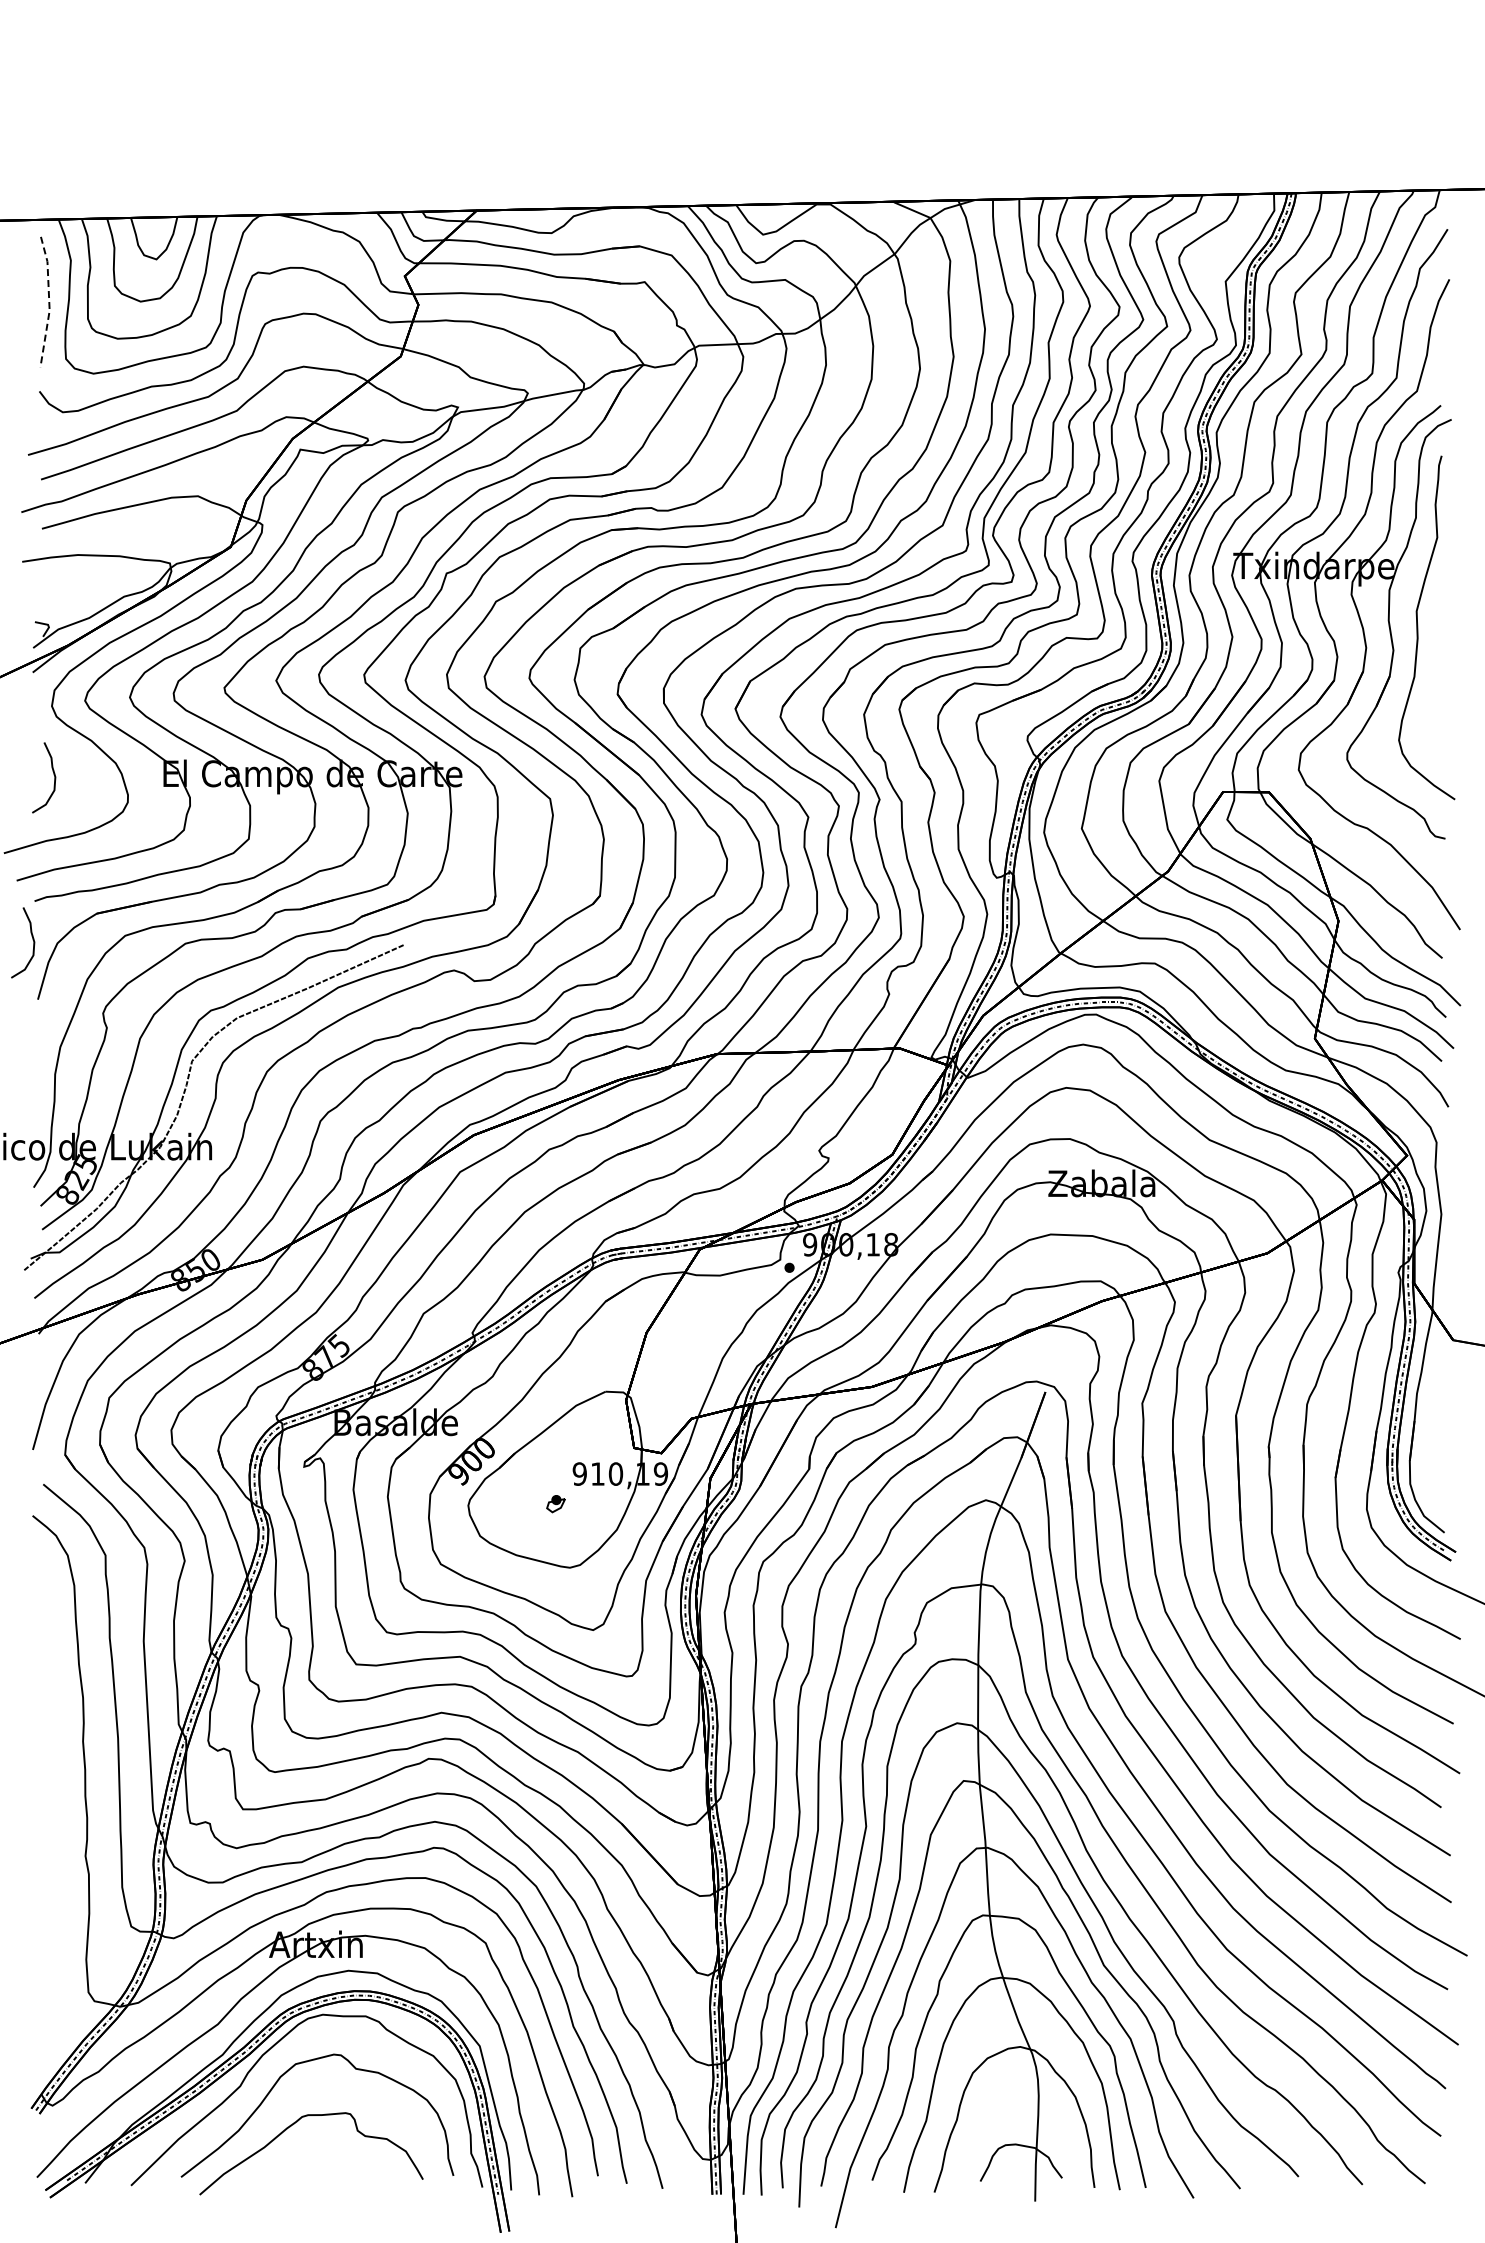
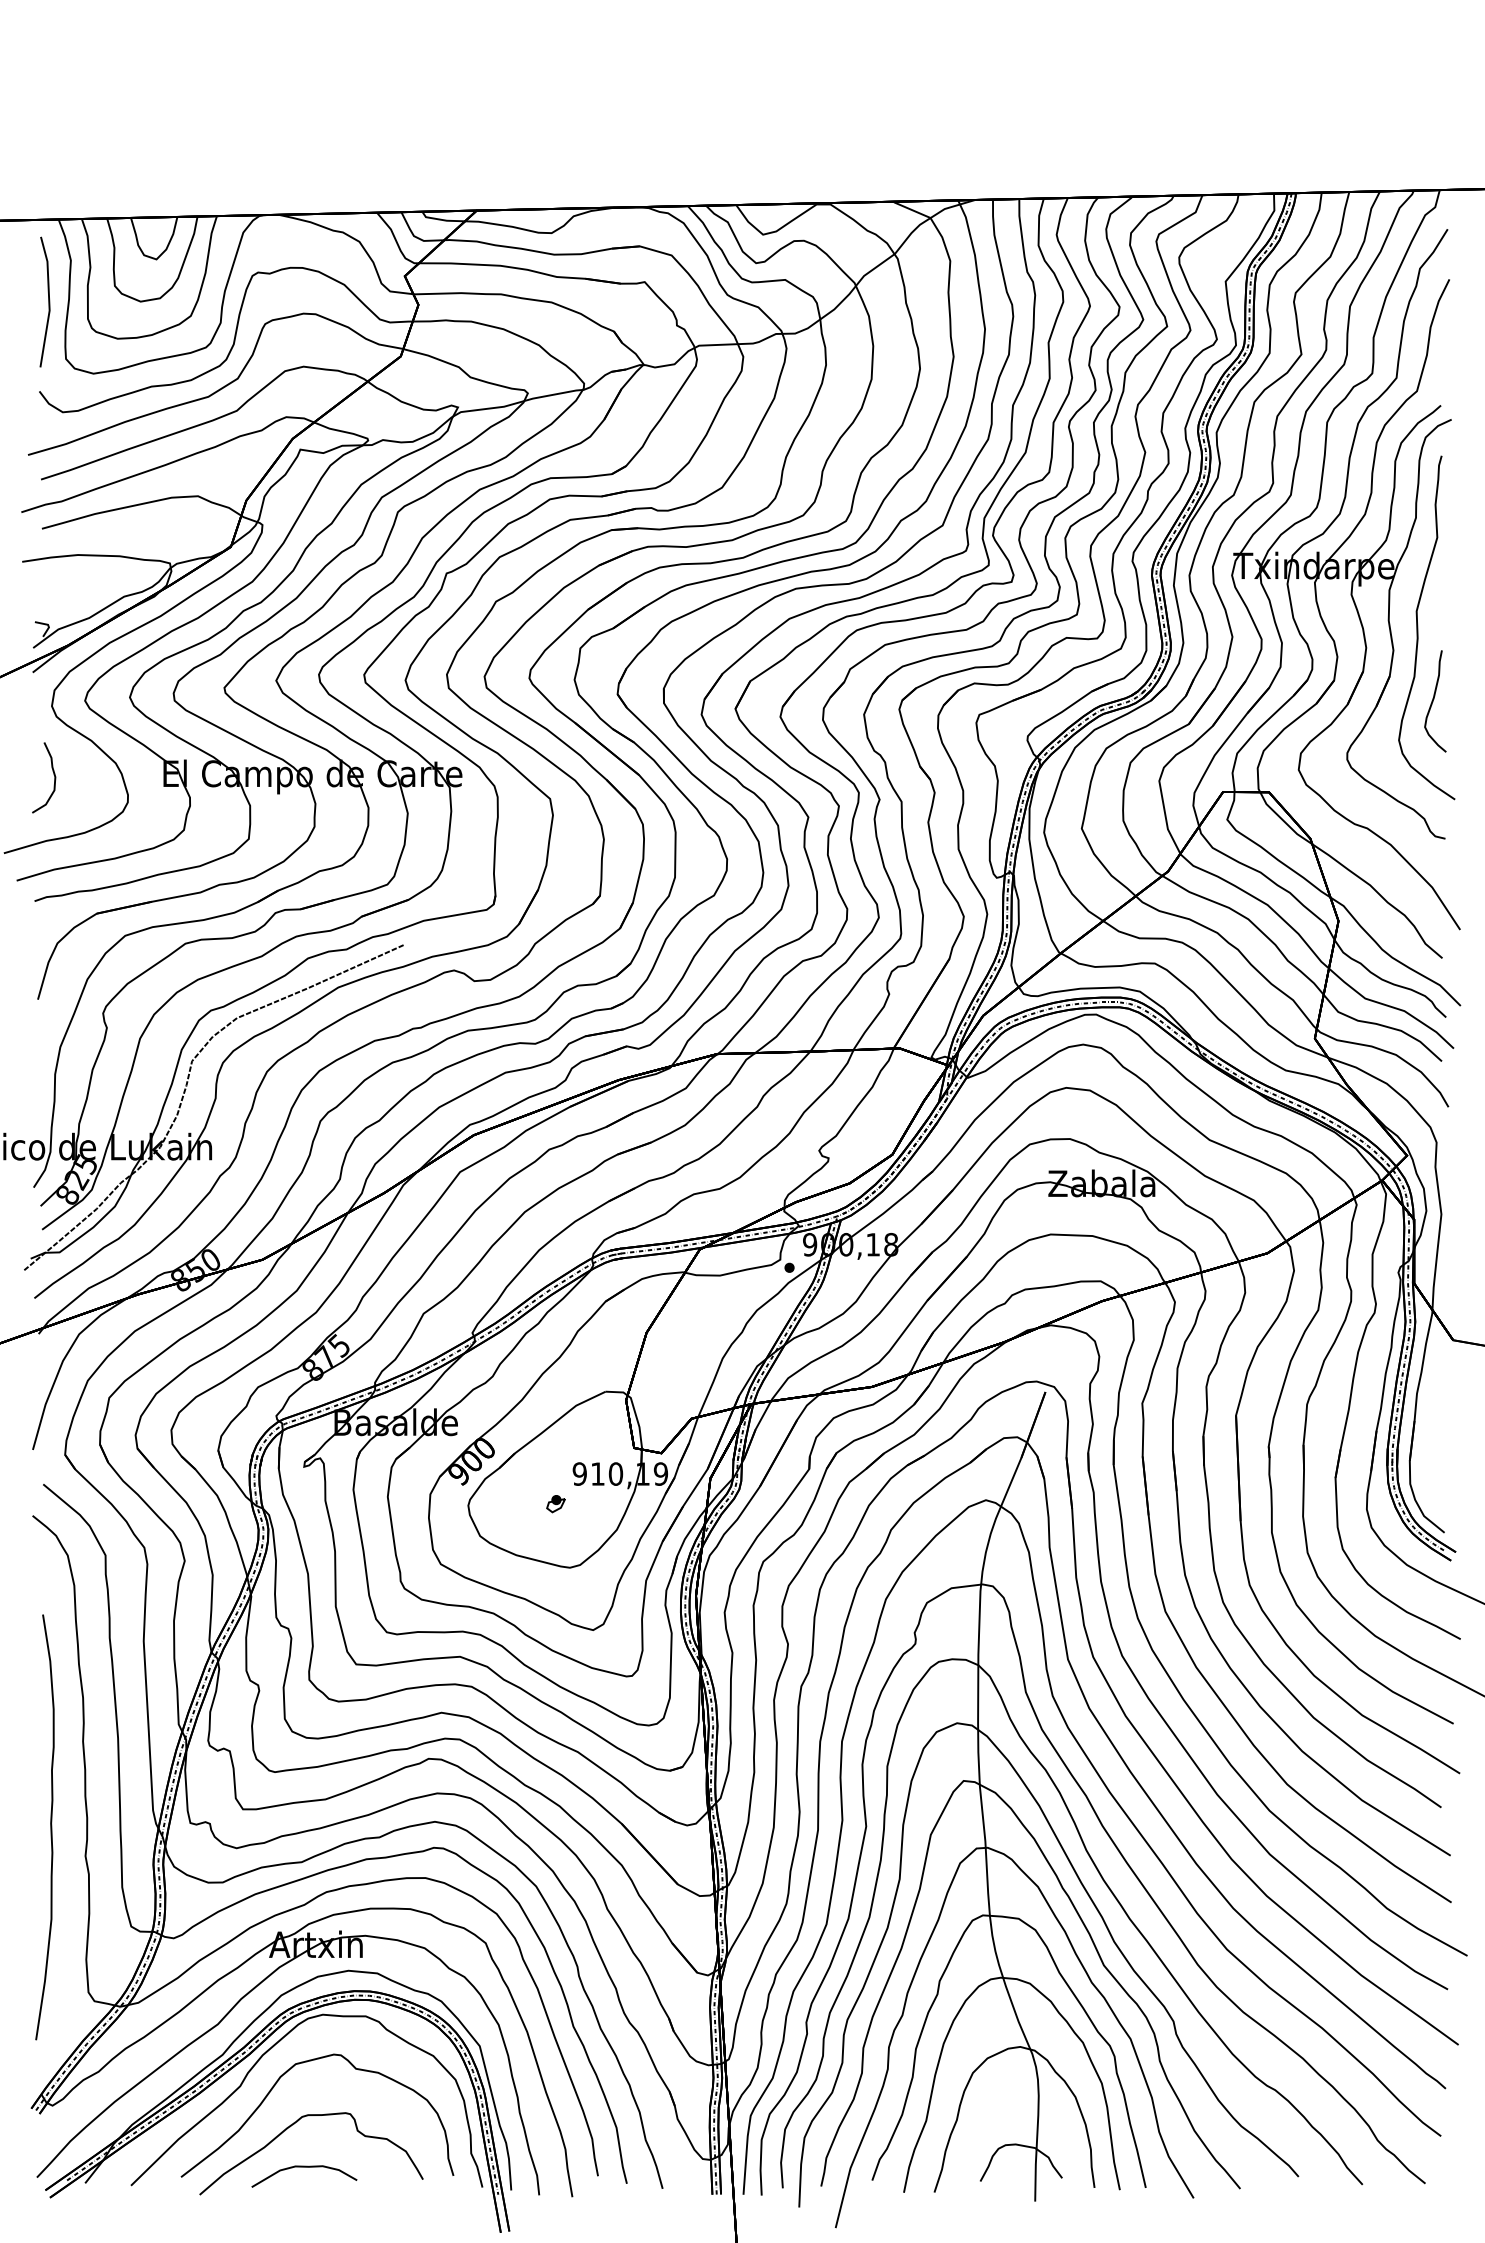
line at (49, 301): dashed -> solid
curve at (1433, 701): none -> present
curve at (32, 939): present -> none
curve at (50, 1827): none -> present
curve at (304, 2167): none -> present
